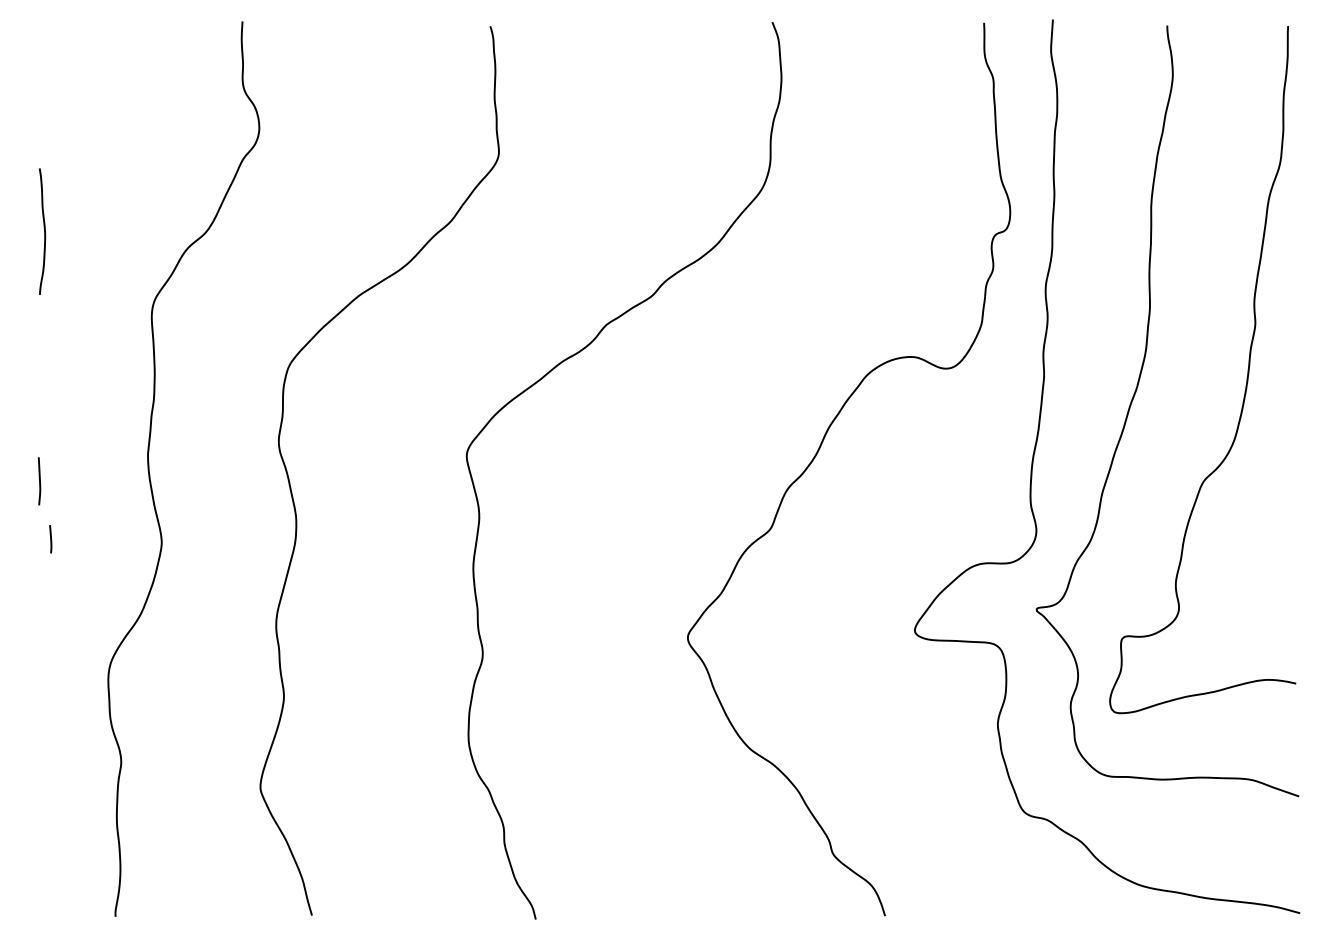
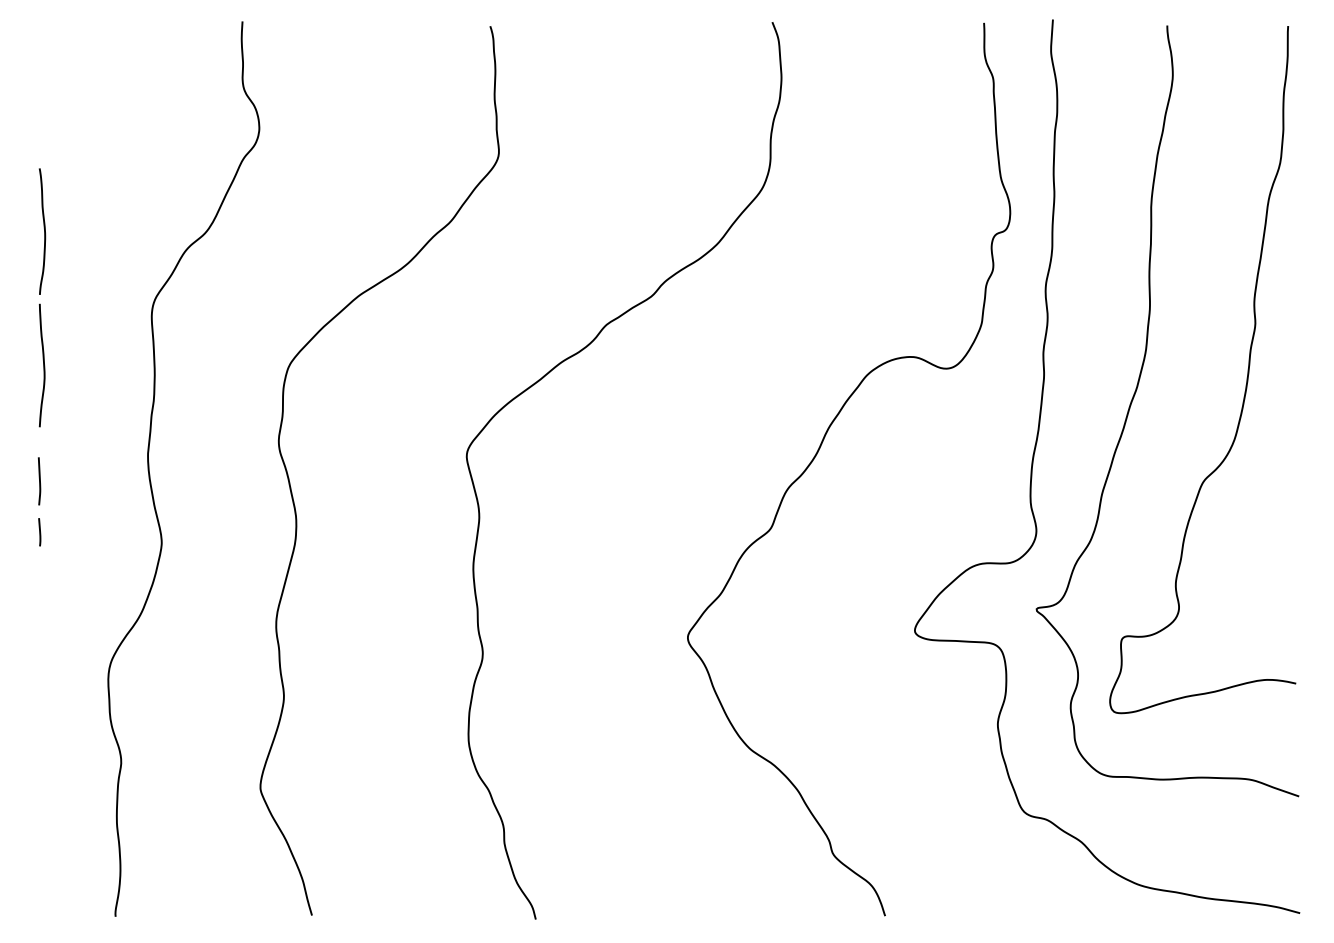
curve at (43, 365): none -> present
line at (50, 539) position: (50, 539) -> (39, 532)
